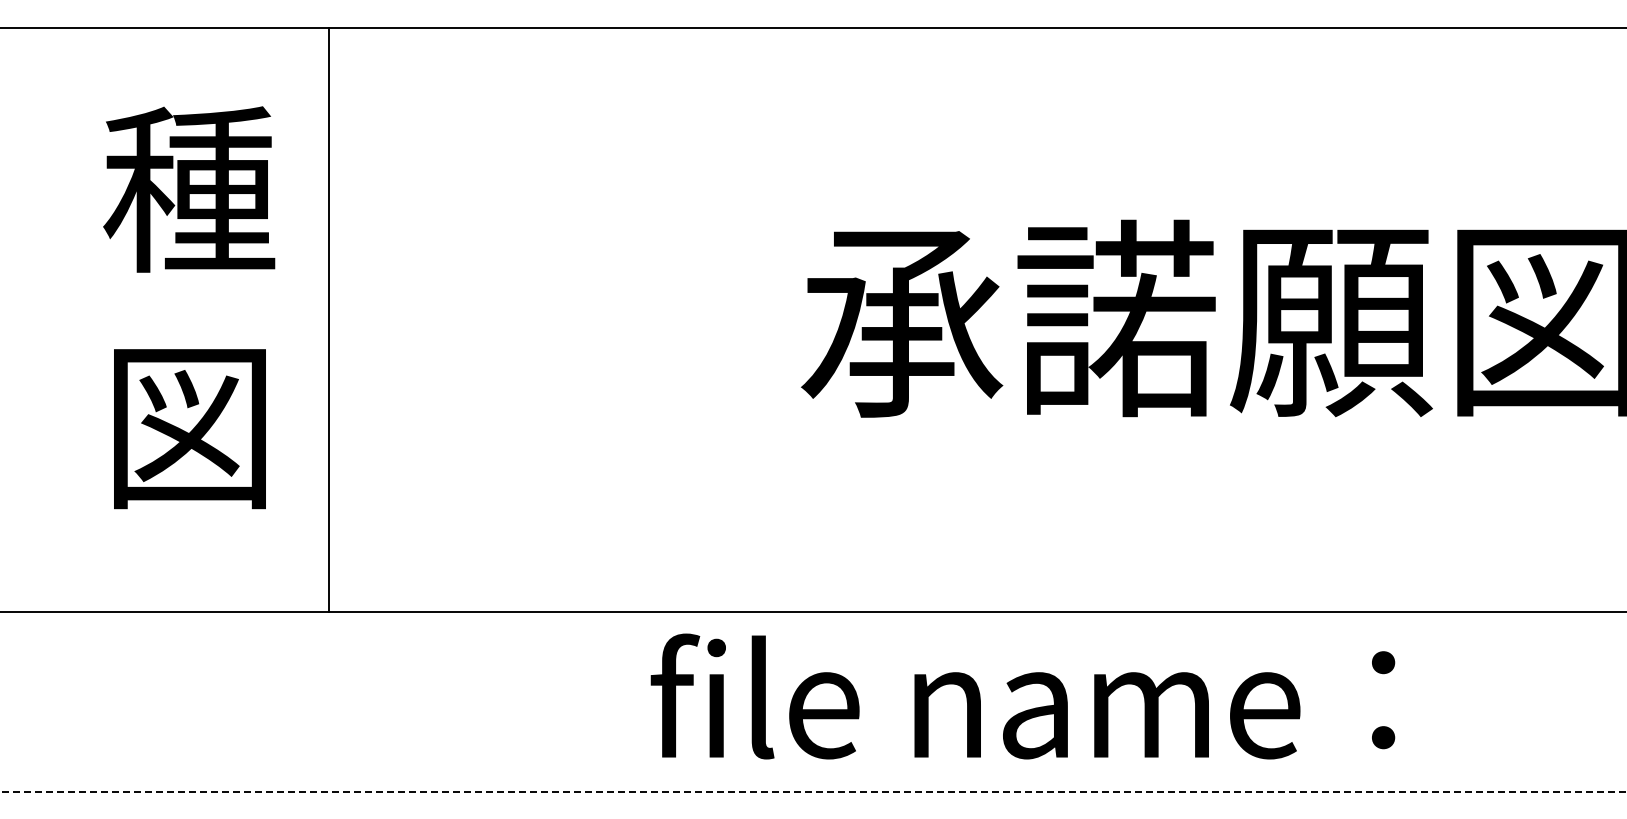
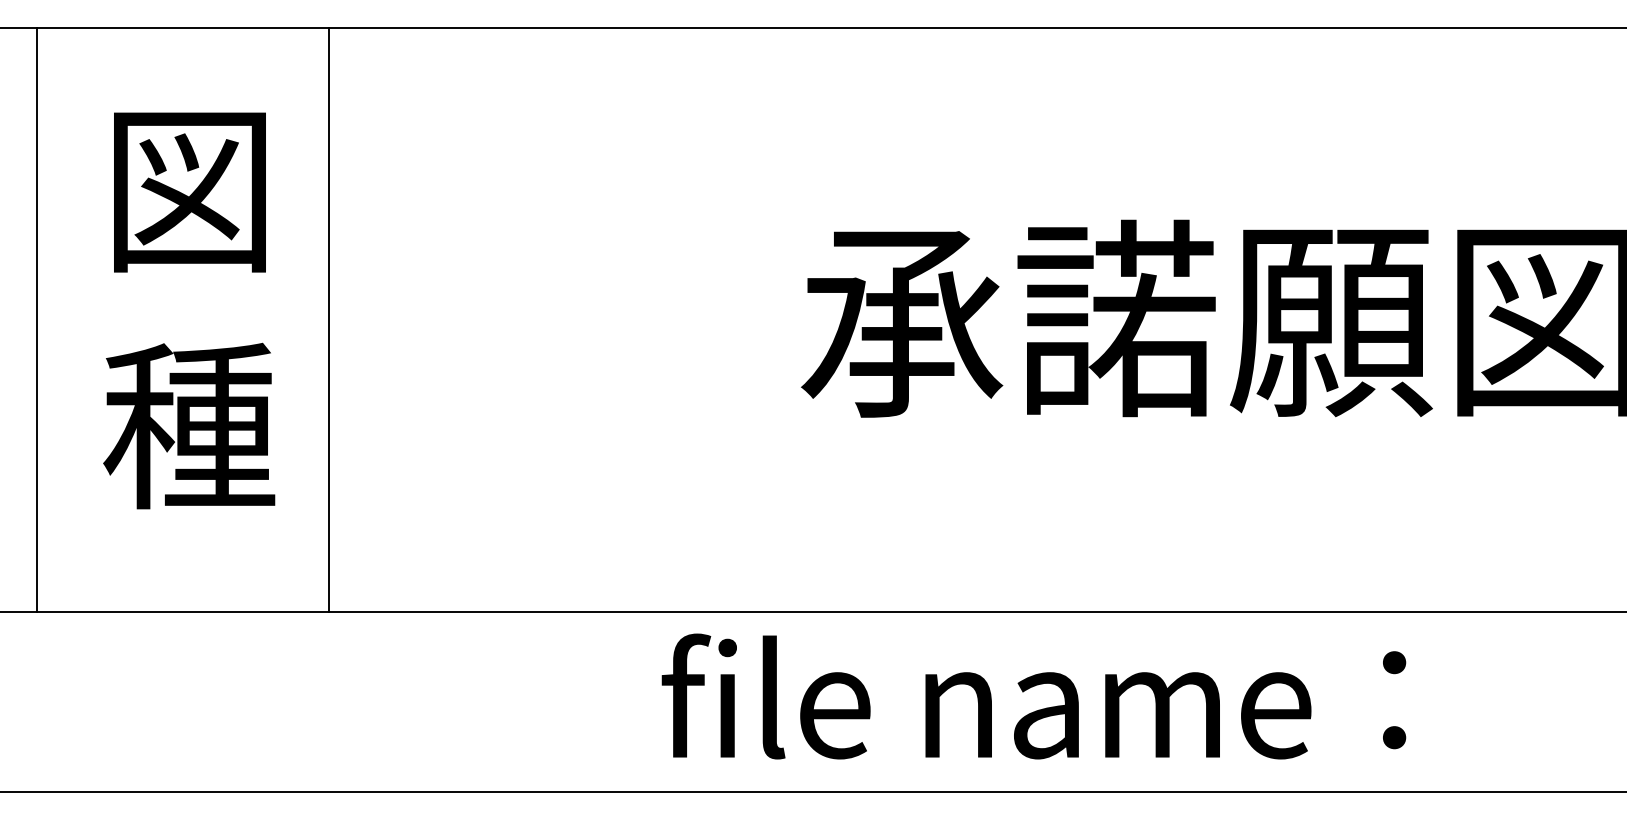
text at (189, 189): 種 -> 図
line at (37, 320): none -> present
text at (189, 425): 図 -> 種
text at (1022, 696) position: (1022, 696) -> (1033, 696)
line at (814, 792): dashed -> solid
